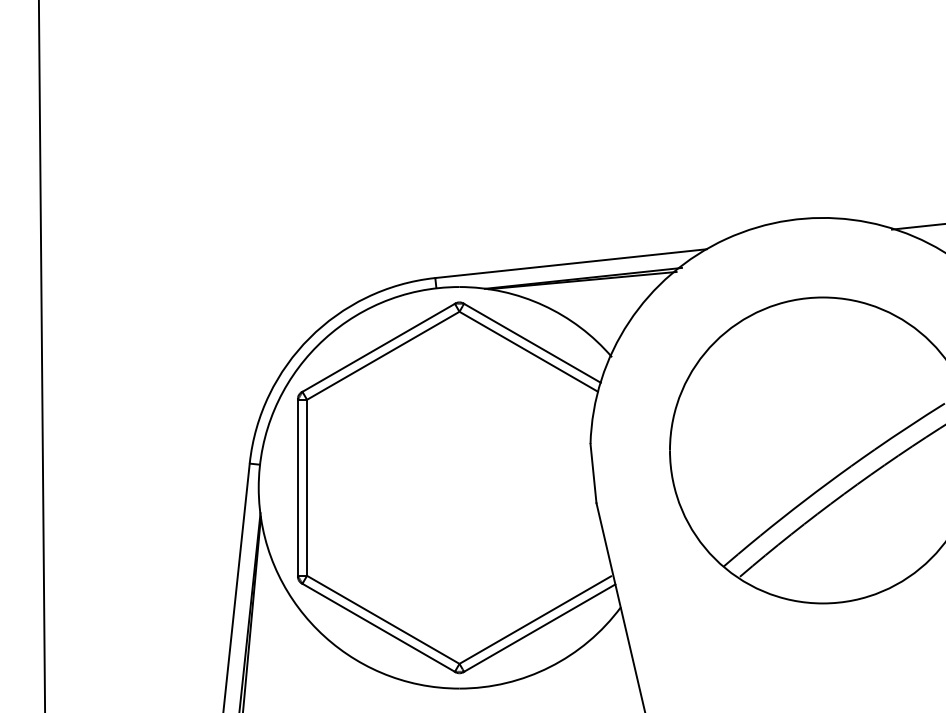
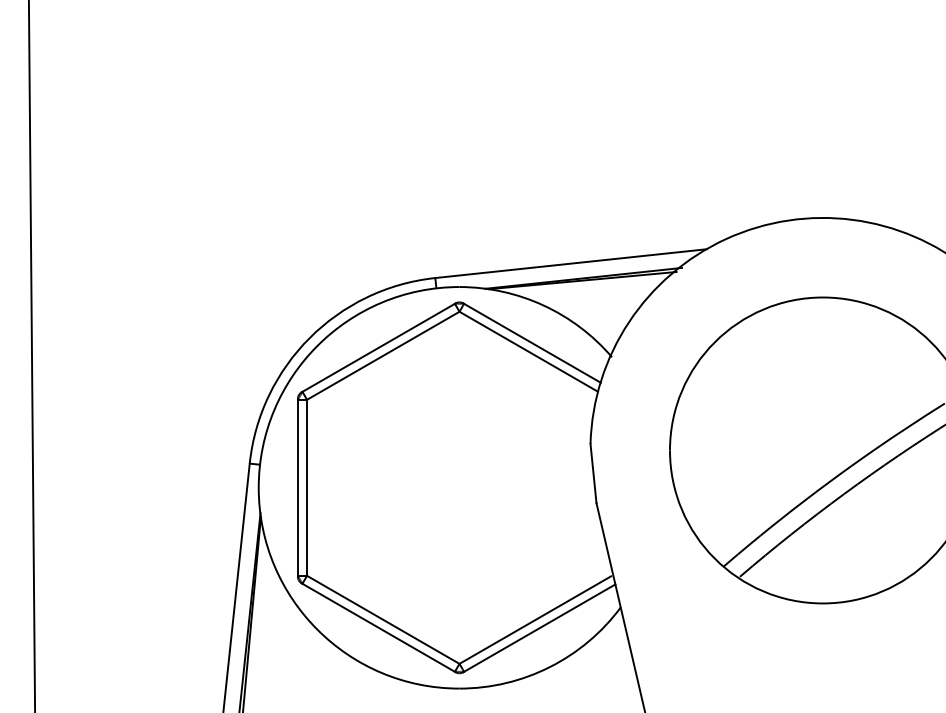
line at (916, 226): present -> none
line at (41, 355) position: (41, 355) -> (31, 355)
